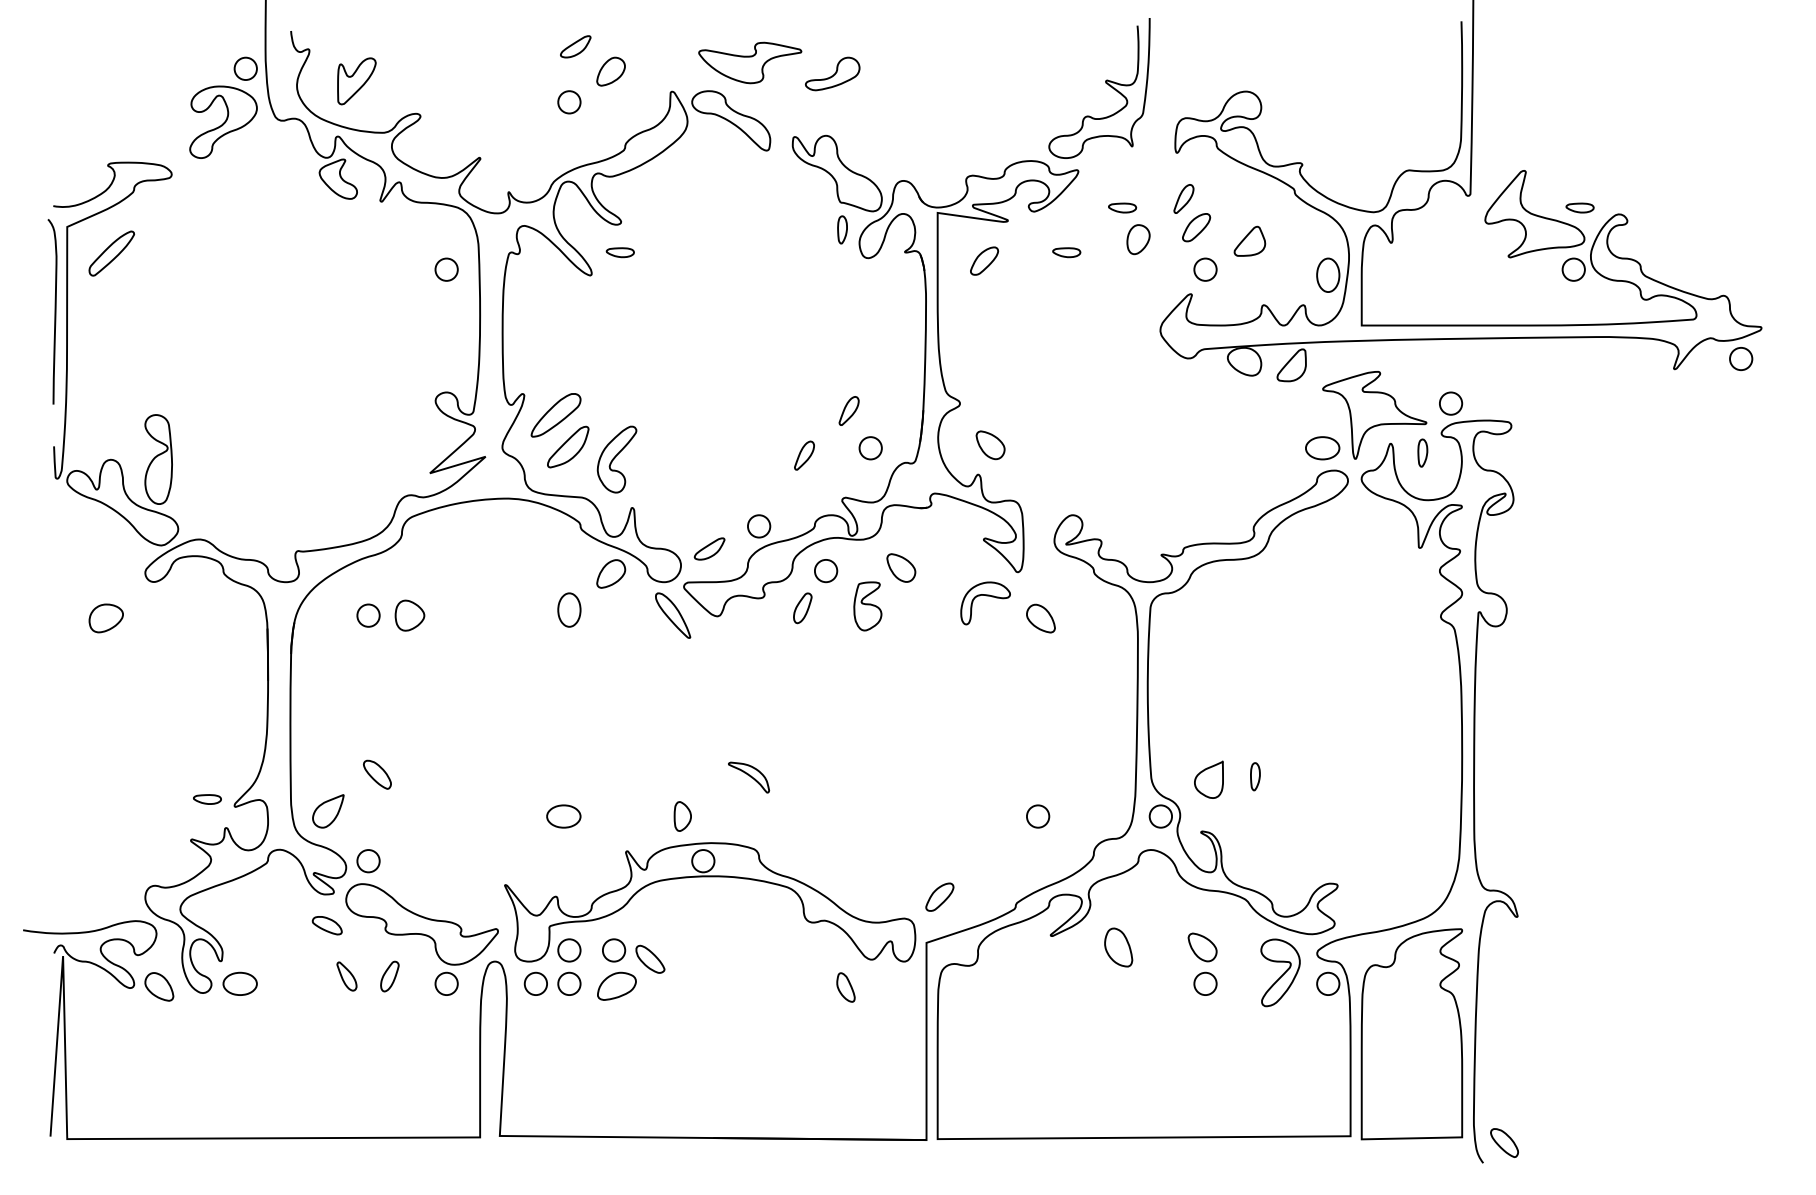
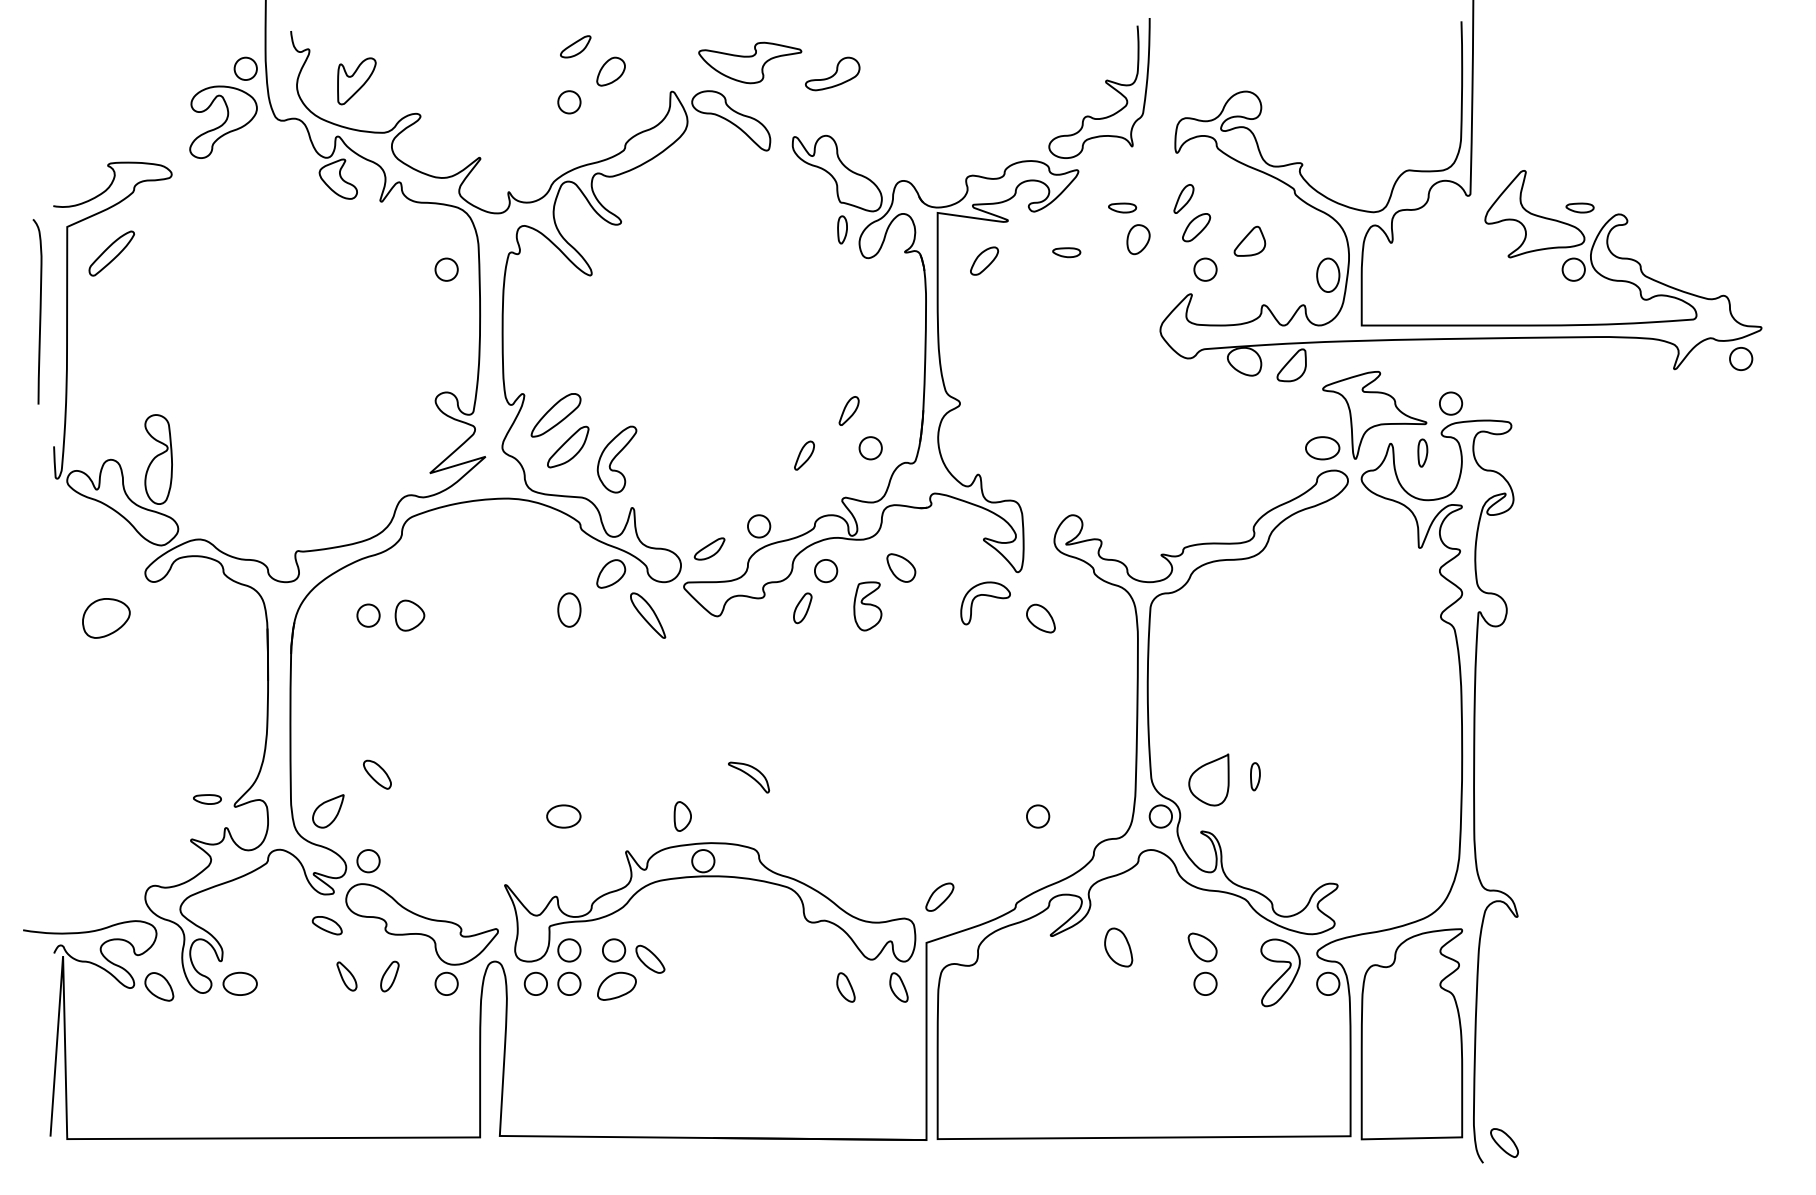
part at (619, 252): present -> none
curve at (54, 311) position: (54, 311) -> (39, 311)
part at (990, 445): present -> none
part at (673, 615) position: (673, 615) -> (648, 615)
part at (105, 618) size: 36x31 px -> 49x41 px
part at (1208, 779) size: 30x39 px -> 42x54 px
part at (898, 987): none -> present
